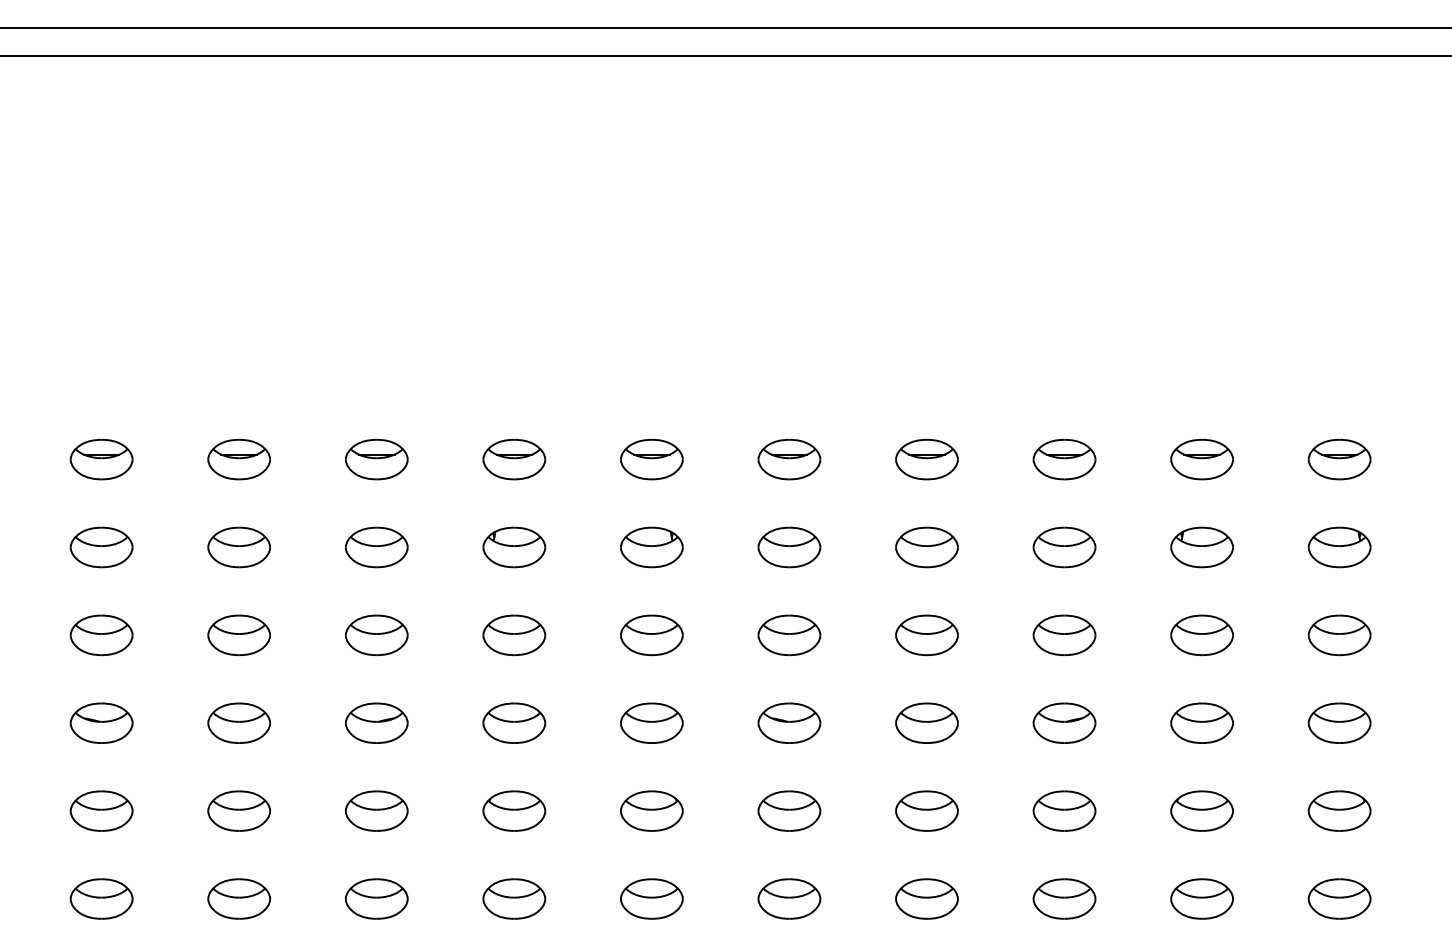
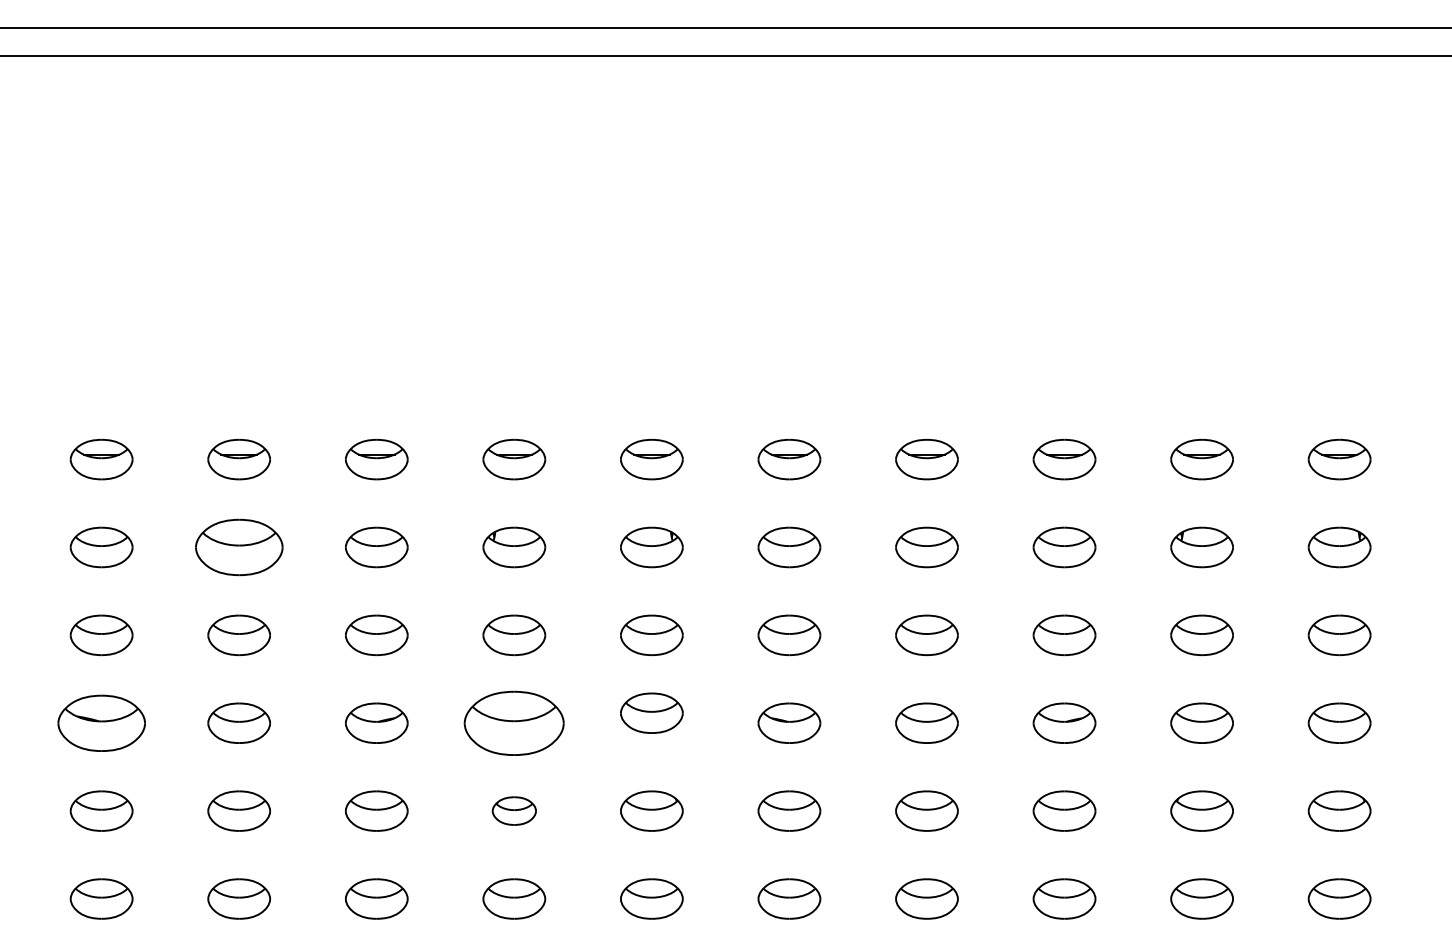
part at (238, 547) size: 64x43 px -> 89x59 px
part at (101, 722) size: 65x42 px -> 89x58 px
part at (514, 722) size: 65x42 px -> 102x66 px
part at (651, 722) position: (651, 722) -> (651, 712)
part at (514, 810) size: 65x42 px -> 46x30 px
